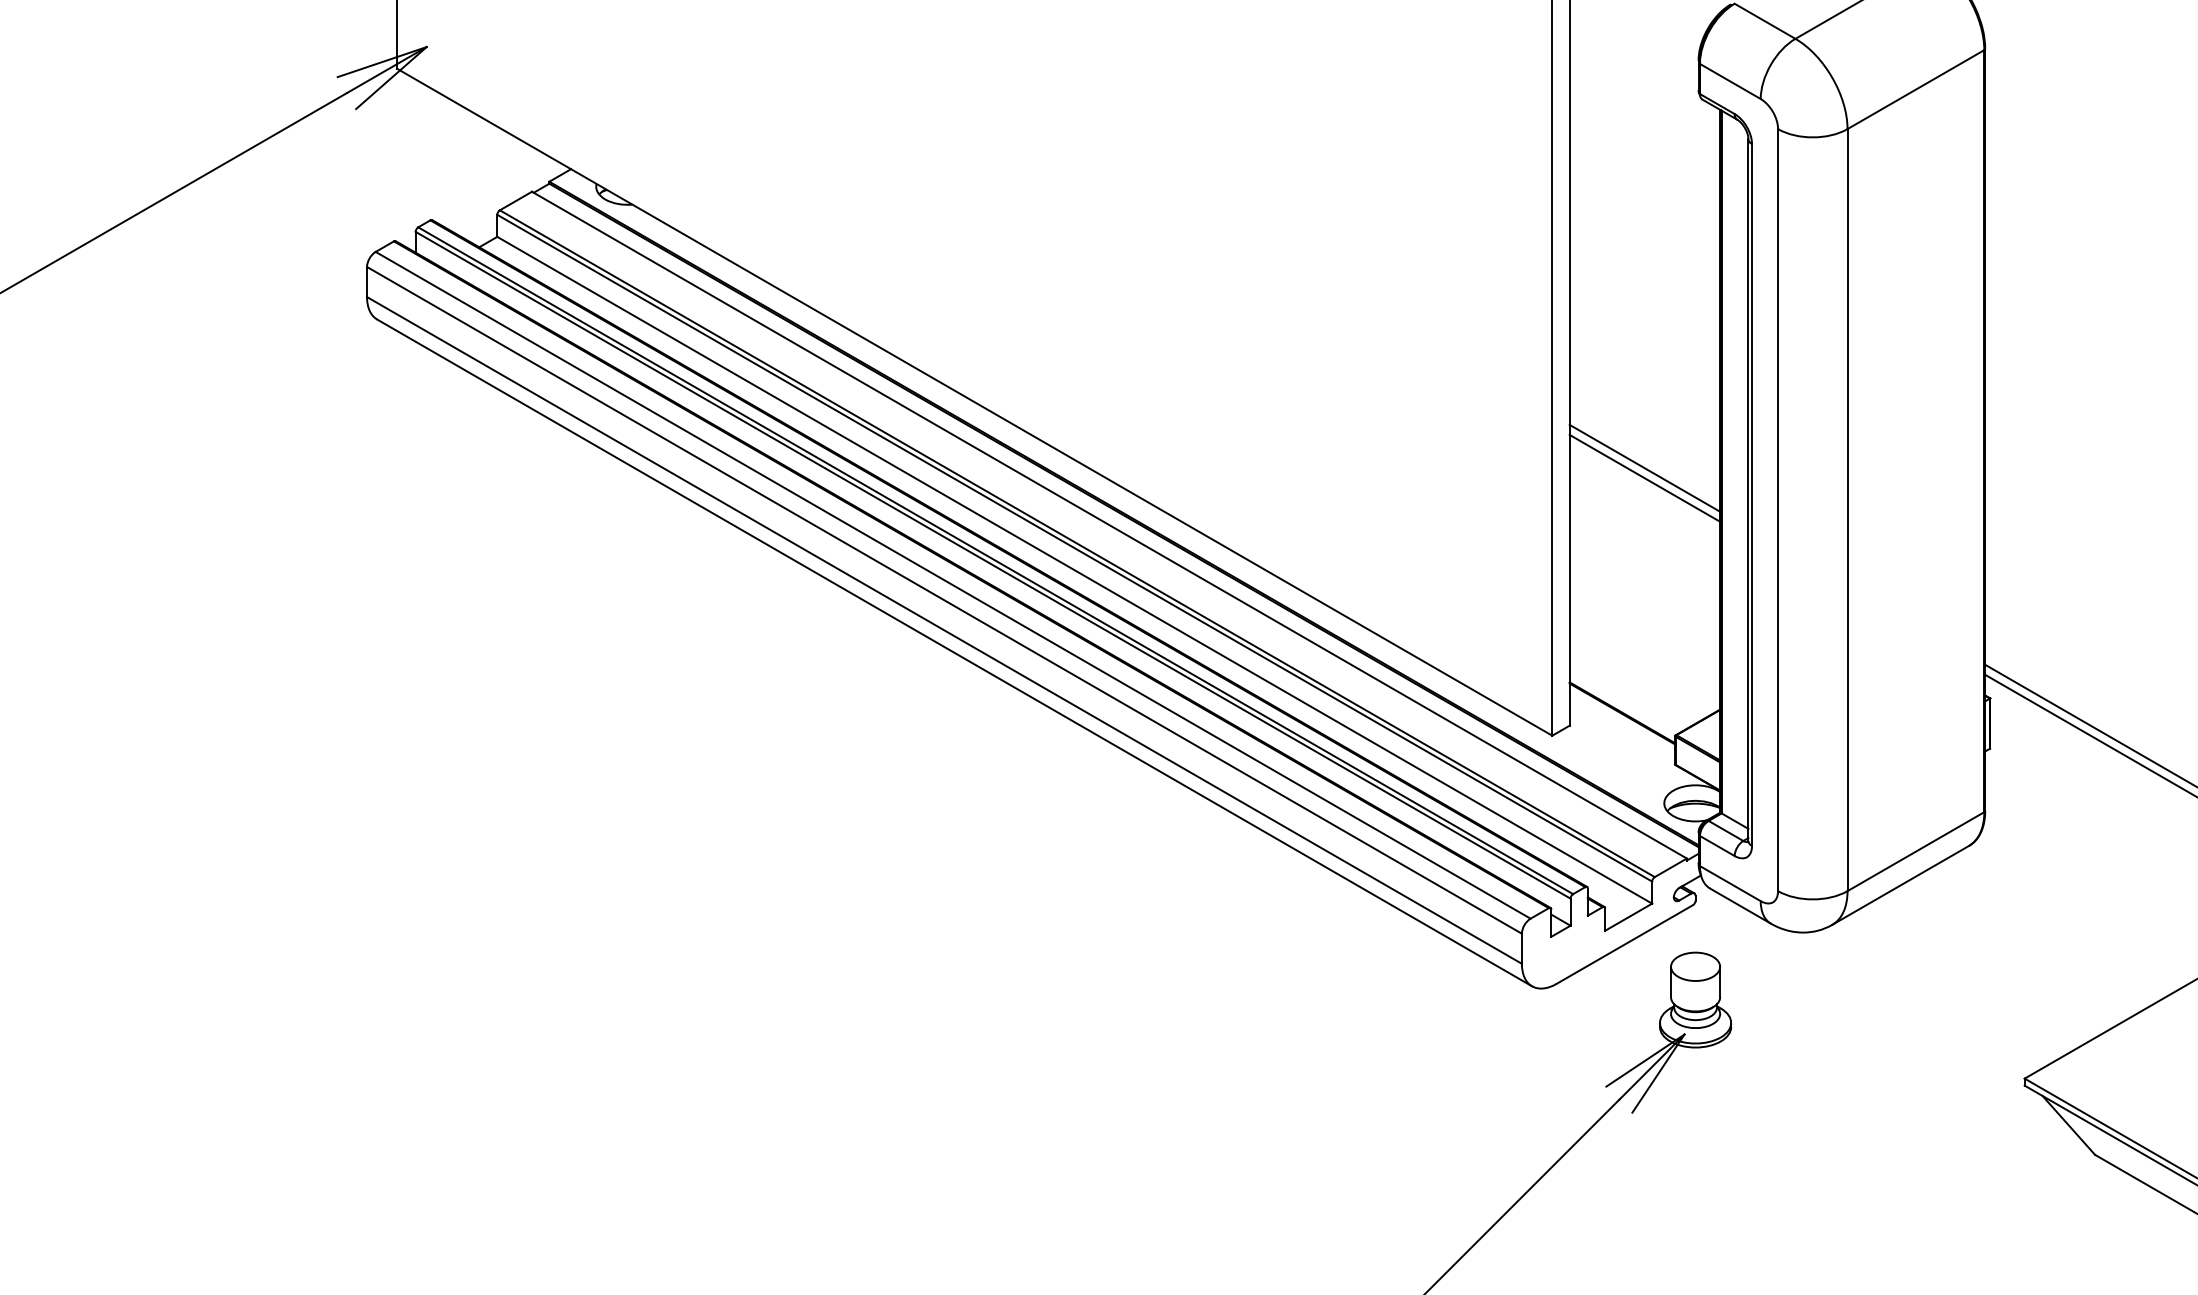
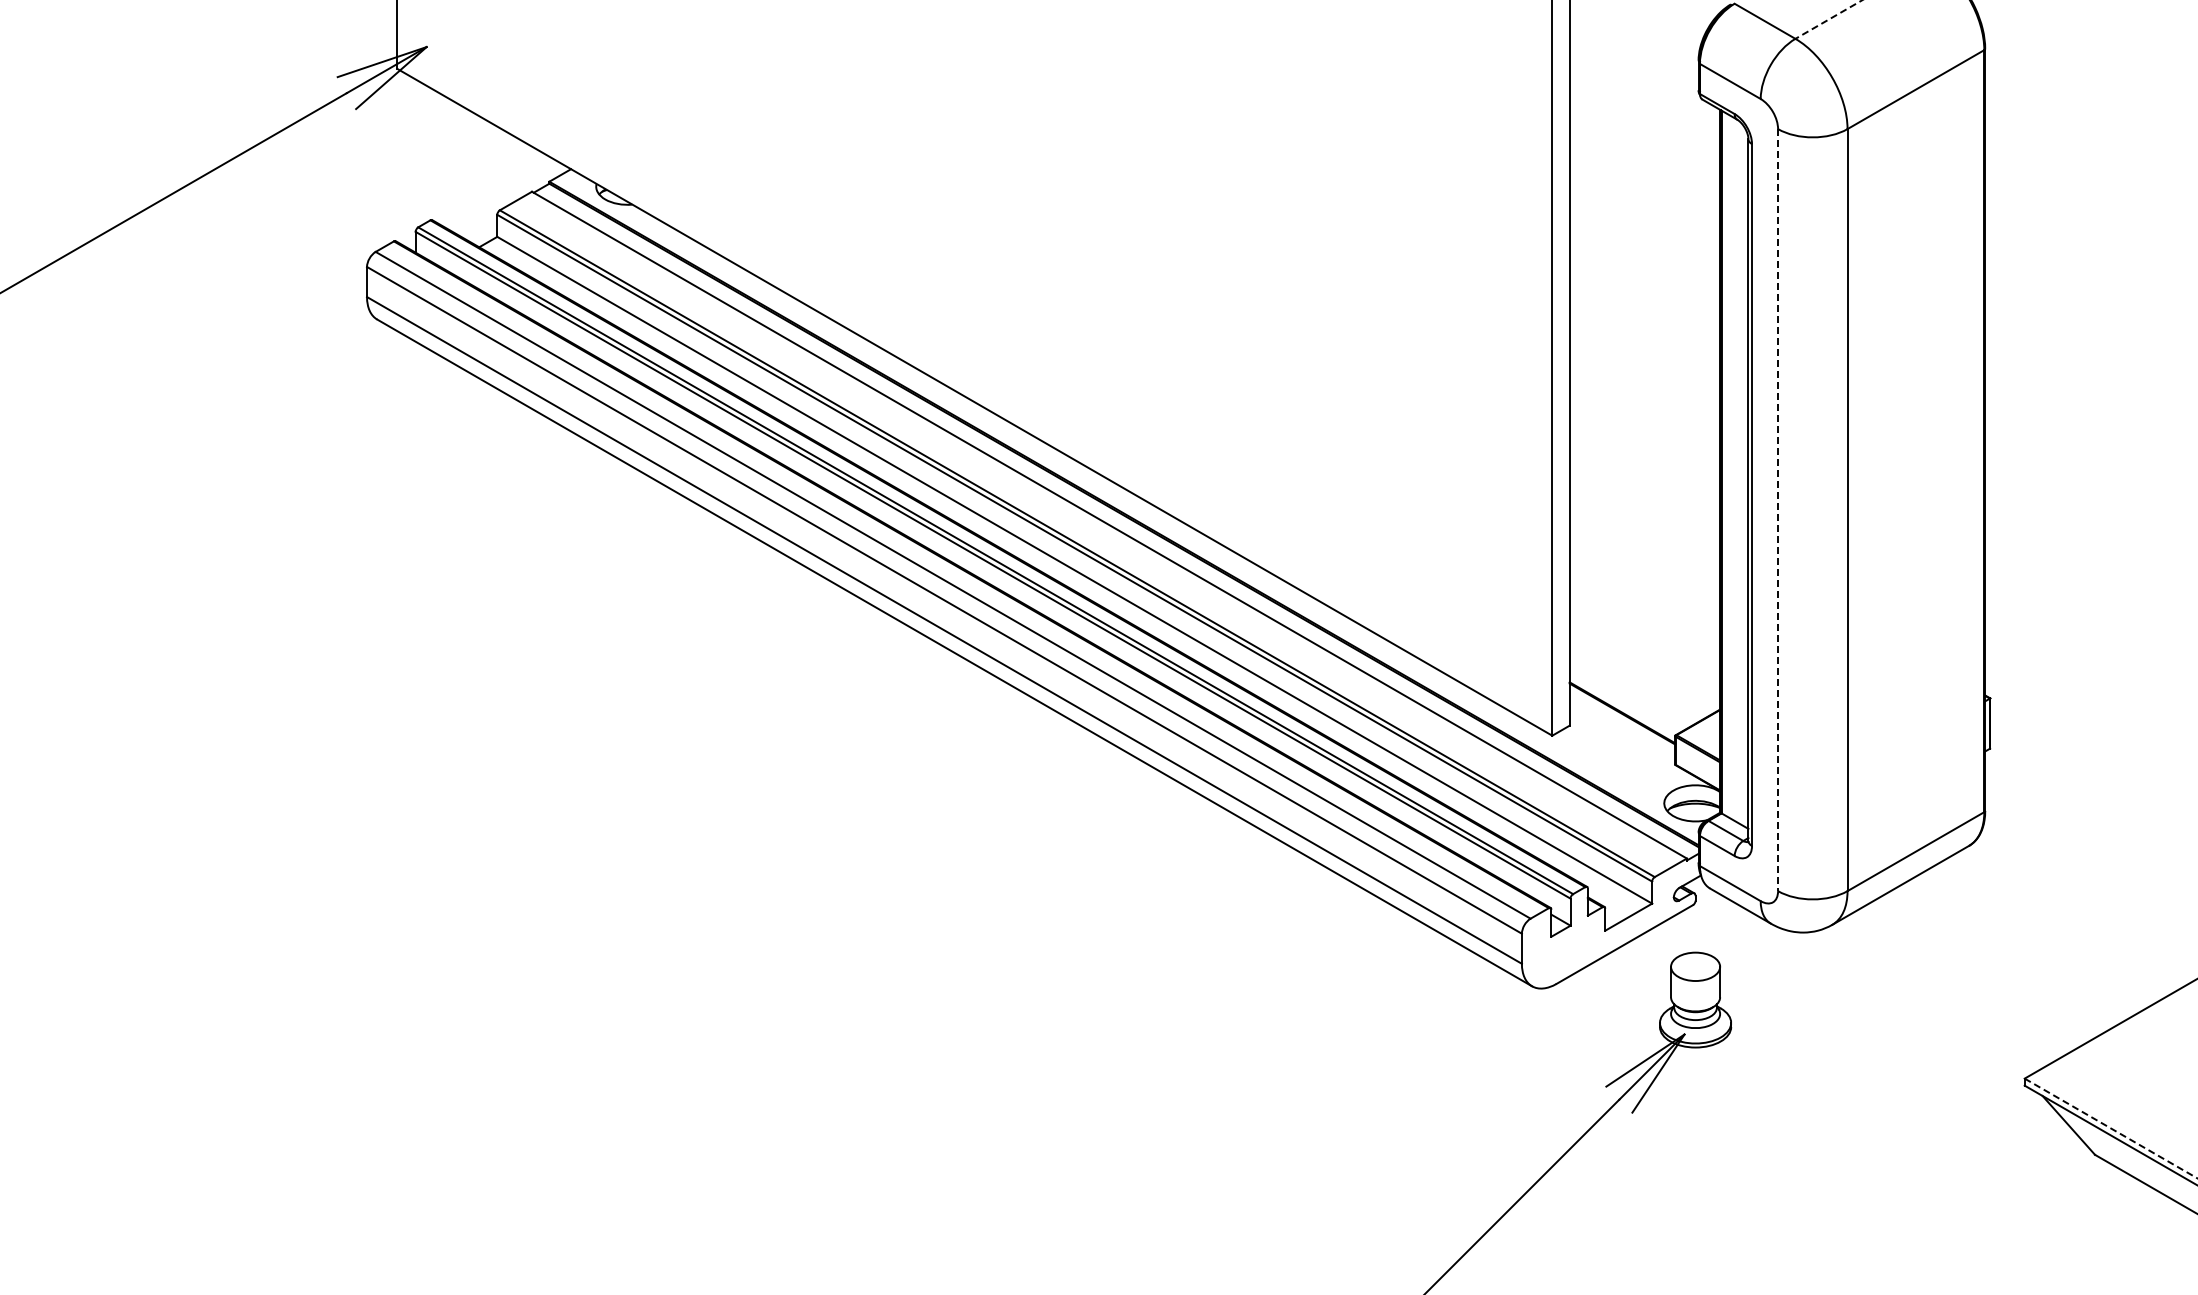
line at (1828, 19): solid -> dashed
line at (1644, 467): present -> none
line at (1644, 477): present -> none
line at (1778, 510): solid -> dashed
line at (2089, 724): present -> none
line at (2089, 734): present -> none
line at (2111, 1128): solid -> dashed
